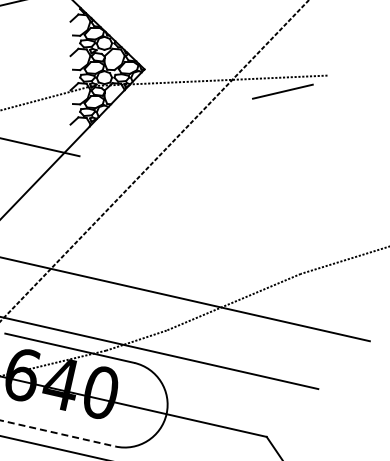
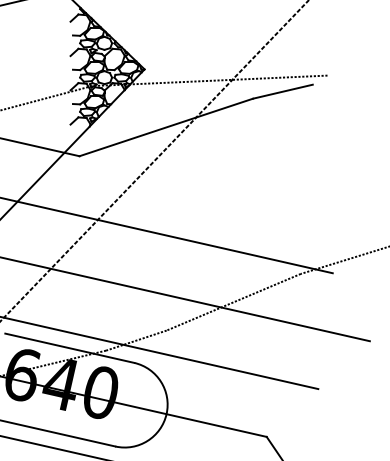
line at (166, 127): none -> present
line at (167, 235): none -> present
line at (58, 433): dashed -> solid
